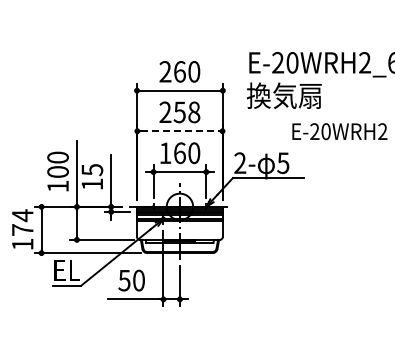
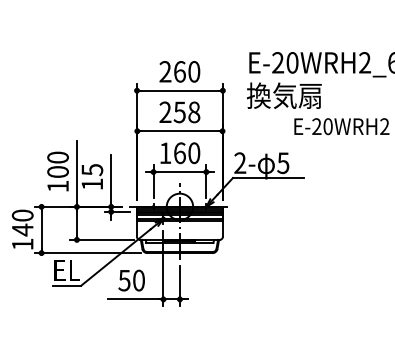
line at (179, 131): dashed -> solid
text at (339, 131) position: (339, 131) -> (341, 126)
text at (22, 222): 174 -> 140
